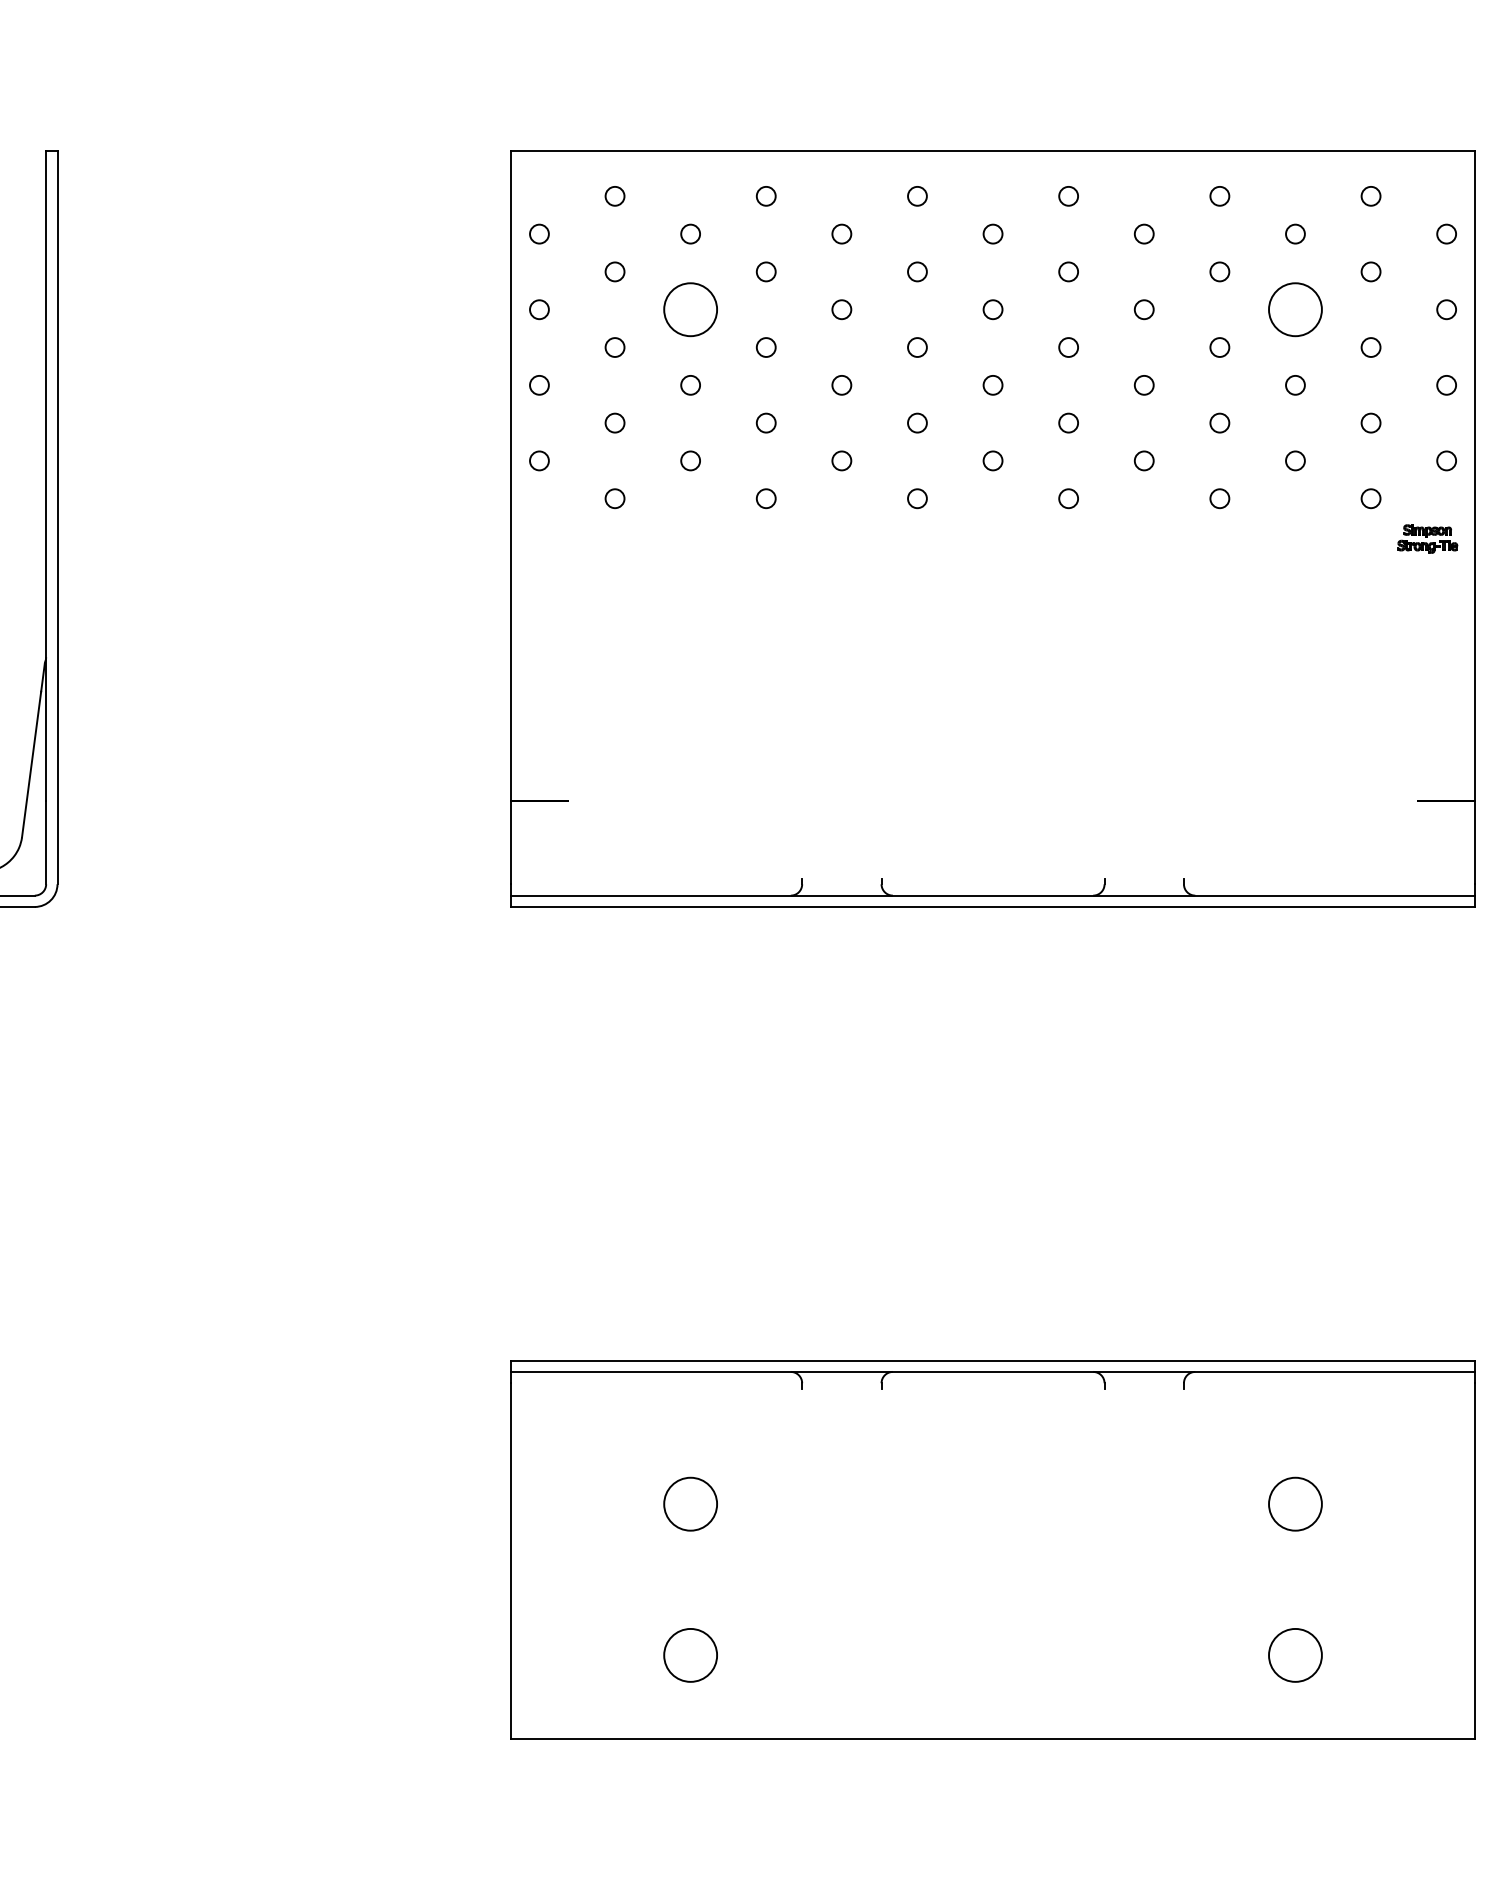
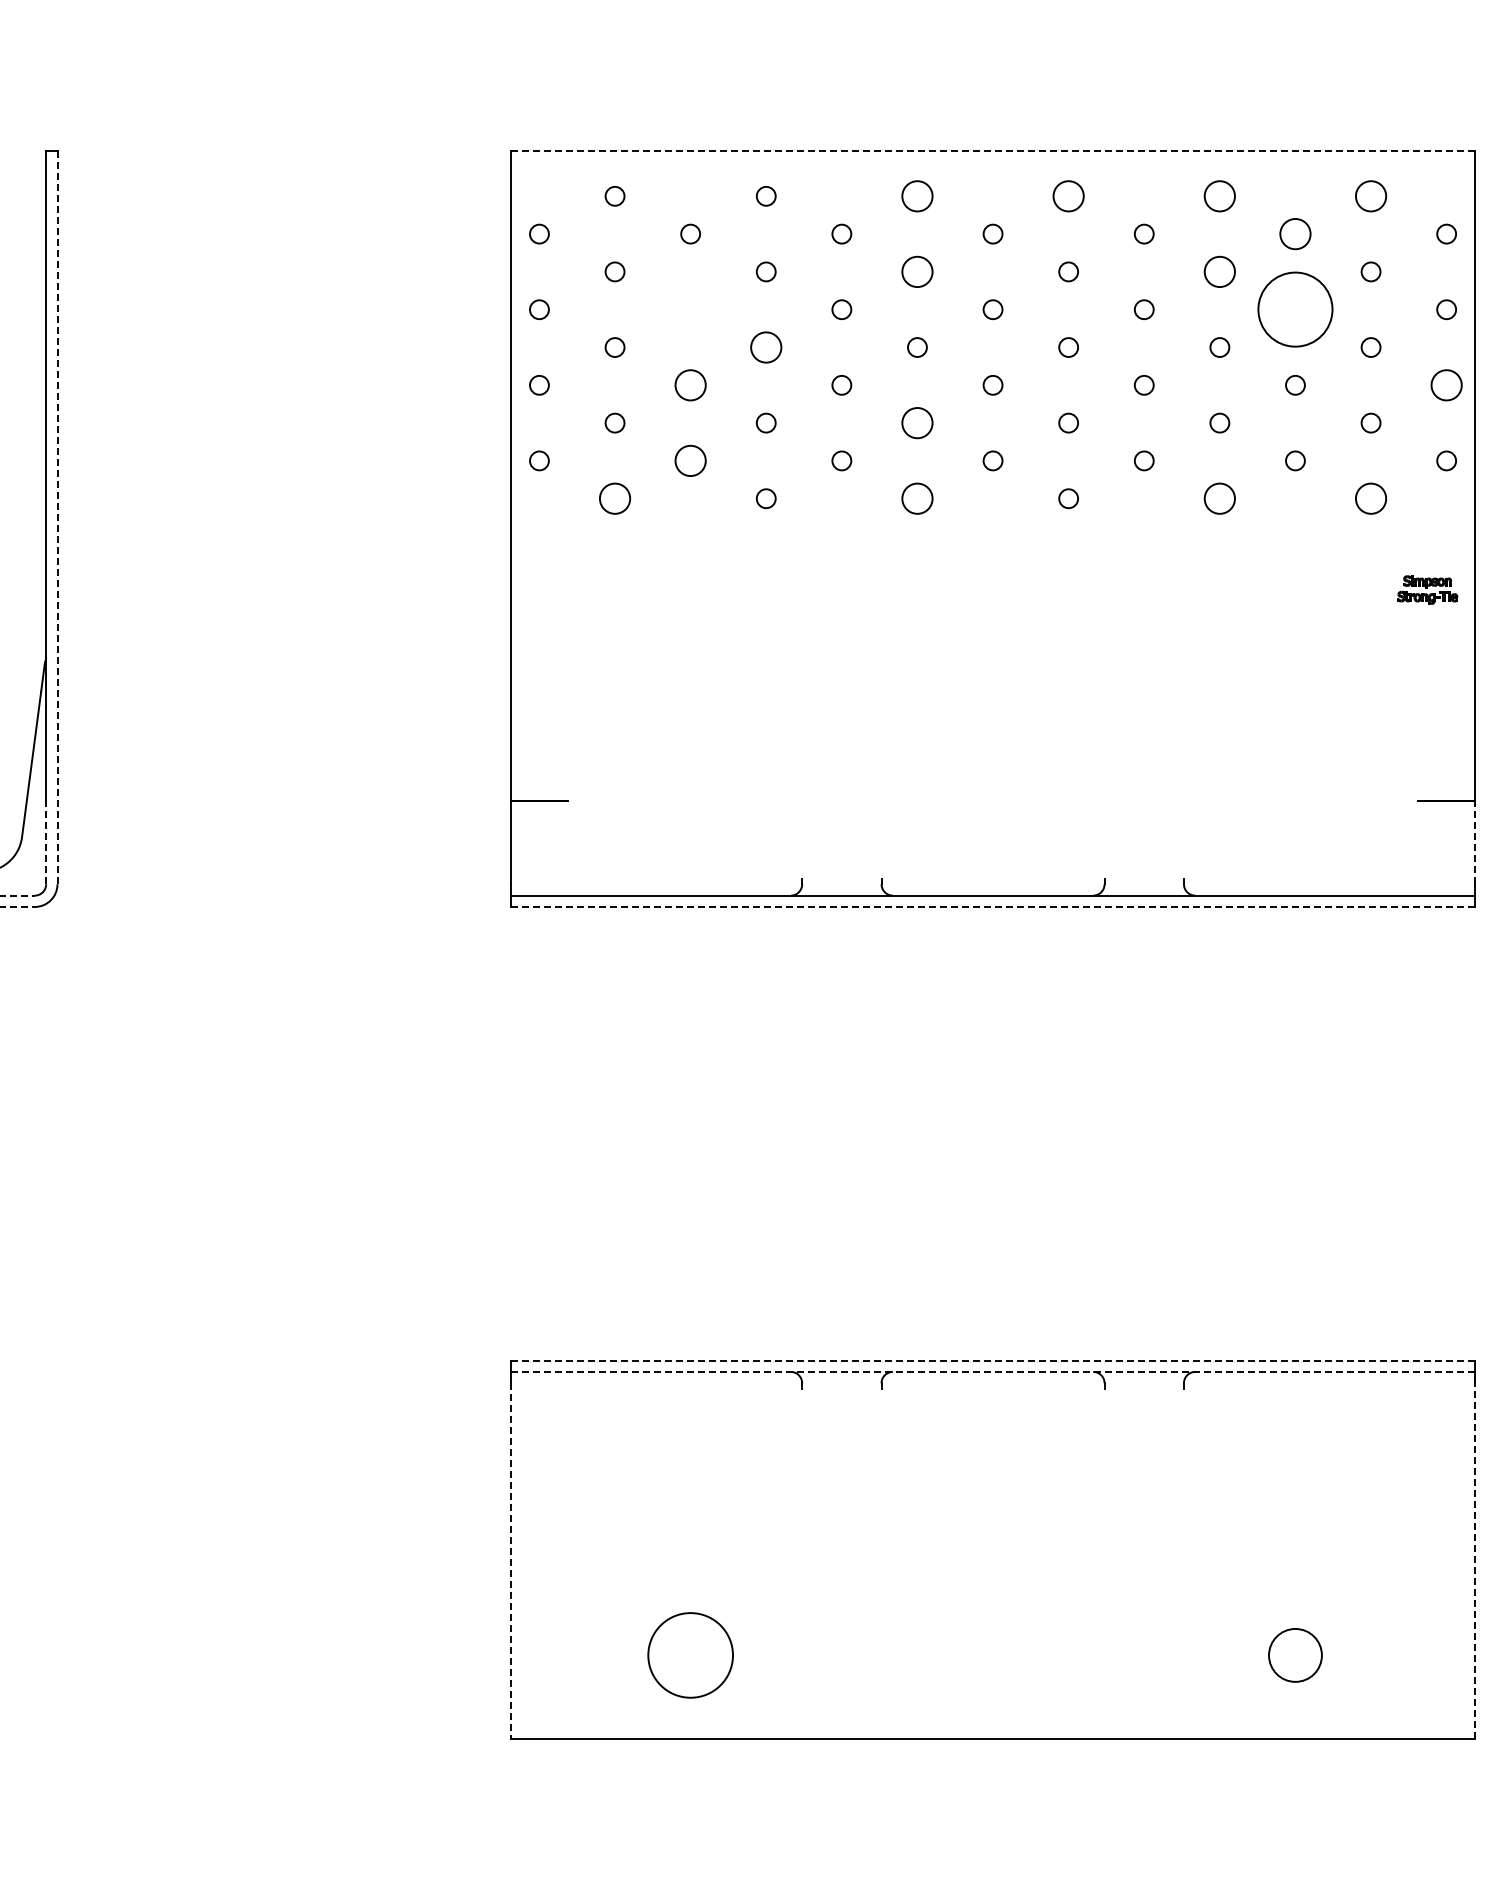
line at (993, 150): solid -> dashed
circle at (917, 195) diameter: 19 px -> 30 px
circle at (1068, 195) diameter: 19 px -> 30 px
circle at (1219, 195) diameter: 19 px -> 30 px
circle at (1370, 195) diameter: 19 px -> 30 px
circle at (1295, 233) diameter: 19 px -> 30 px
circle at (917, 271) diameter: 19 px -> 30 px
circle at (1219, 271) diameter: 19 px -> 30 px
circle at (690, 309): present -> none
circle at (1295, 309) size: 55x56 px -> 77x77 px
circle at (765, 347) diameter: 19 px -> 30 px
circle at (690, 384) diameter: 19 px -> 30 px
circle at (1446, 384) diameter: 19 px -> 30 px
circle at (917, 422) diameter: 19 px -> 30 px
circle at (690, 460) diameter: 19 px -> 30 px
circle at (614, 498) diameter: 19 px -> 30 px
circle at (917, 498) diameter: 19 px -> 30 px
circle at (1219, 498) diameter: 19 px -> 30 px
circle at (1370, 498) diameter: 19 px -> 30 px
line at (57, 517): solid -> dashed
part at (1427, 538) position: (1427, 538) -> (1427, 589)
line at (46, 842): solid -> dashed
line at (1475, 842): solid -> dashed
line at (17, 895): solid -> dashed
line at (17, 906): solid -> dashed
line at (993, 906): solid -> dashed
line at (993, 1360): solid -> dashed
line at (993, 1371): solid -> dashed
circle at (690, 1503): present -> none
circle at (1295, 1503): present -> none
line at (511, 1560): solid -> dashed
line at (1475, 1560): solid -> dashed
circle at (690, 1654) diameter: 53 px -> 85 px
